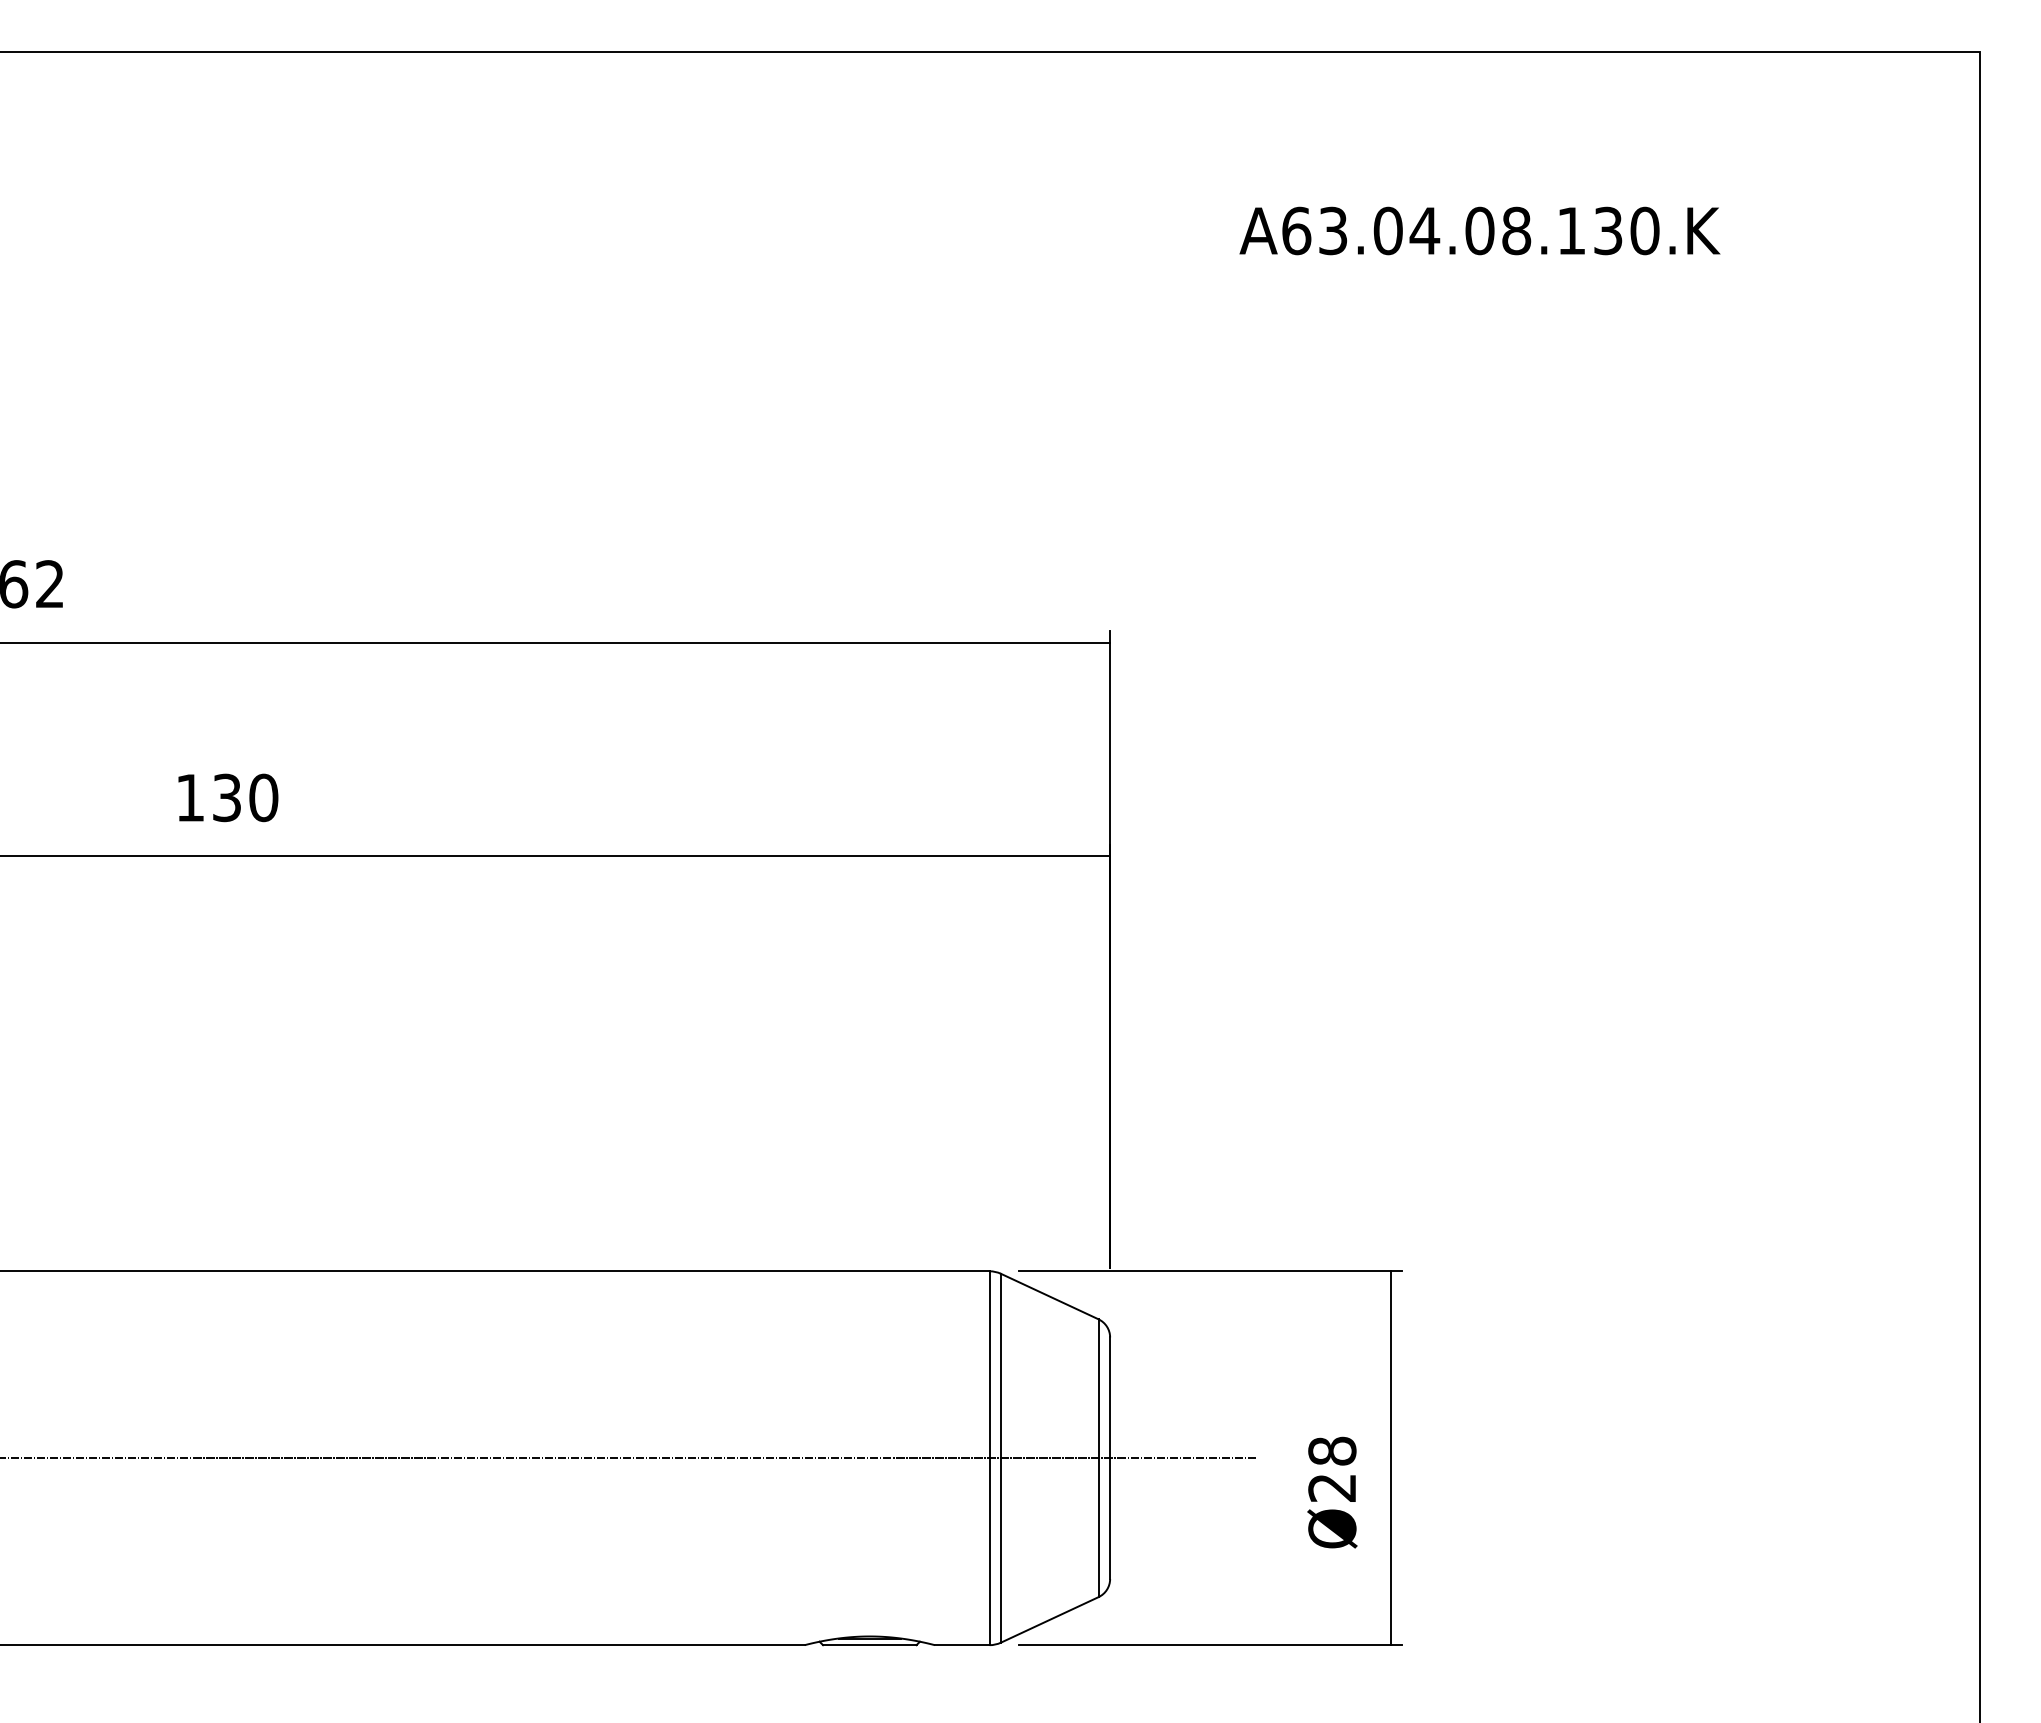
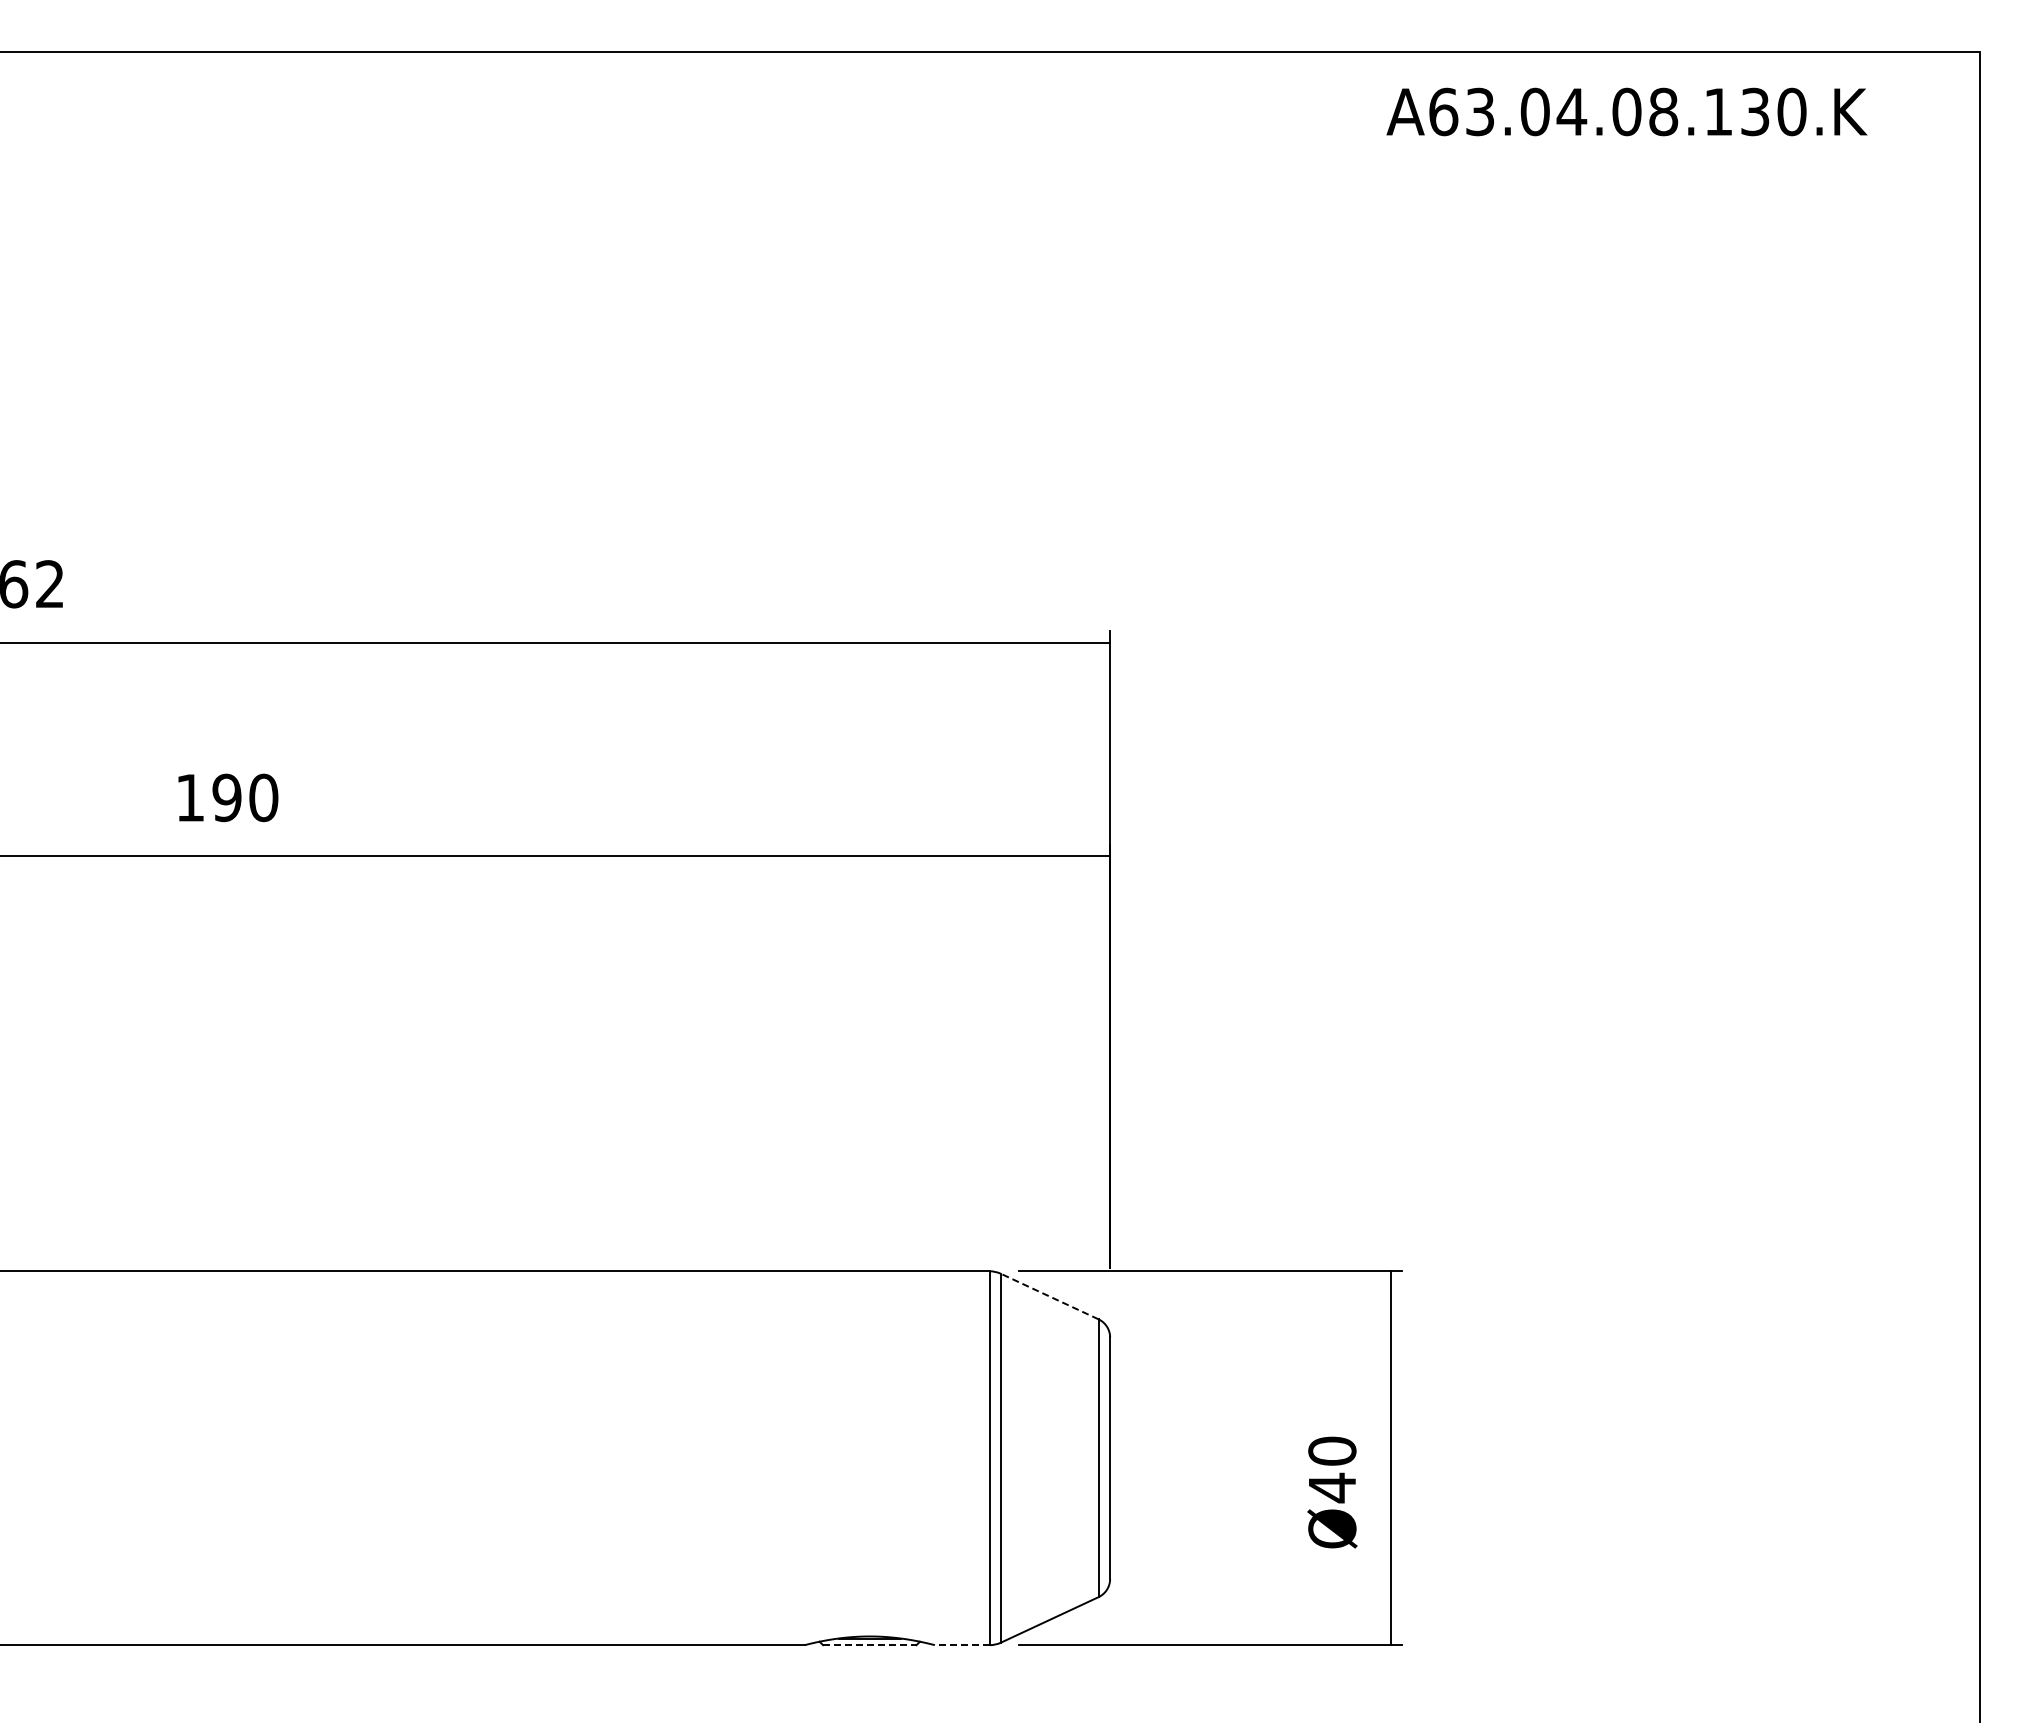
text at (1479, 230) position: (1479, 230) -> (1626, 111)
text at (226, 797): 130 -> 190
line at (1049, 1296): solid -> dashed
line at (629, 1458): present -> none
text at (1332, 1469): Ø28 -> Ø40
line at (869, 1645): solid -> dashed
line at (961, 1645): solid -> dashed
